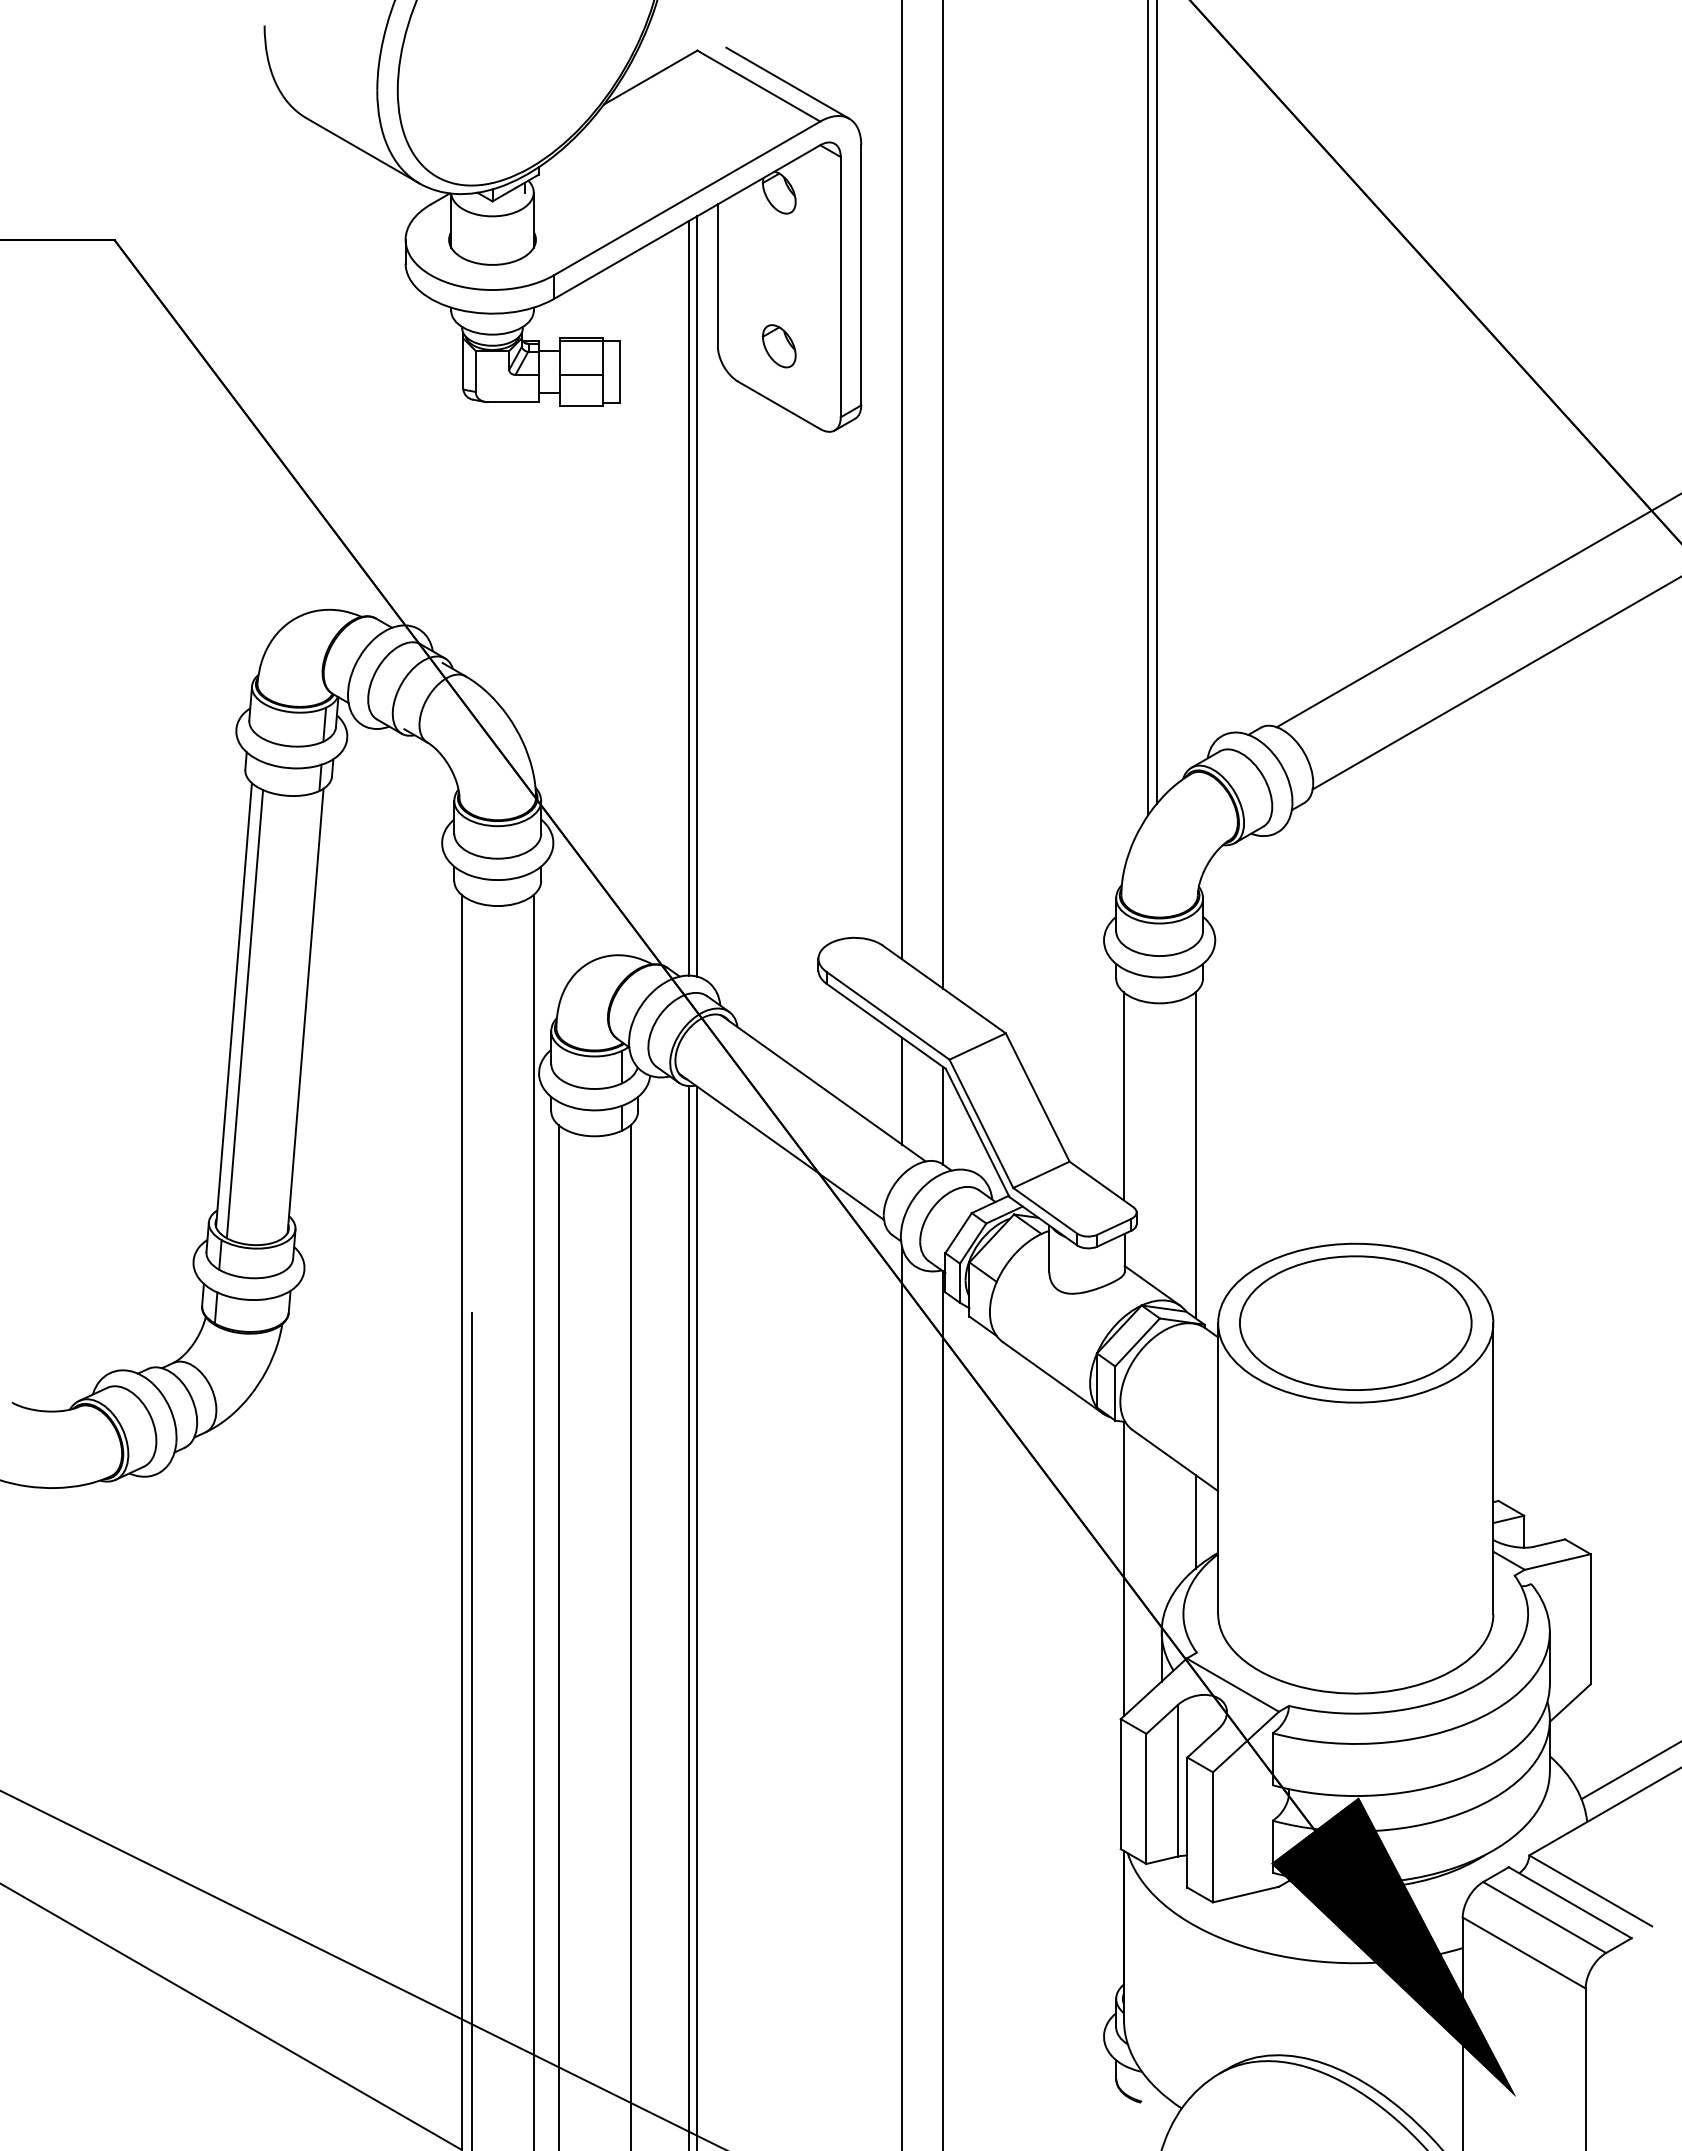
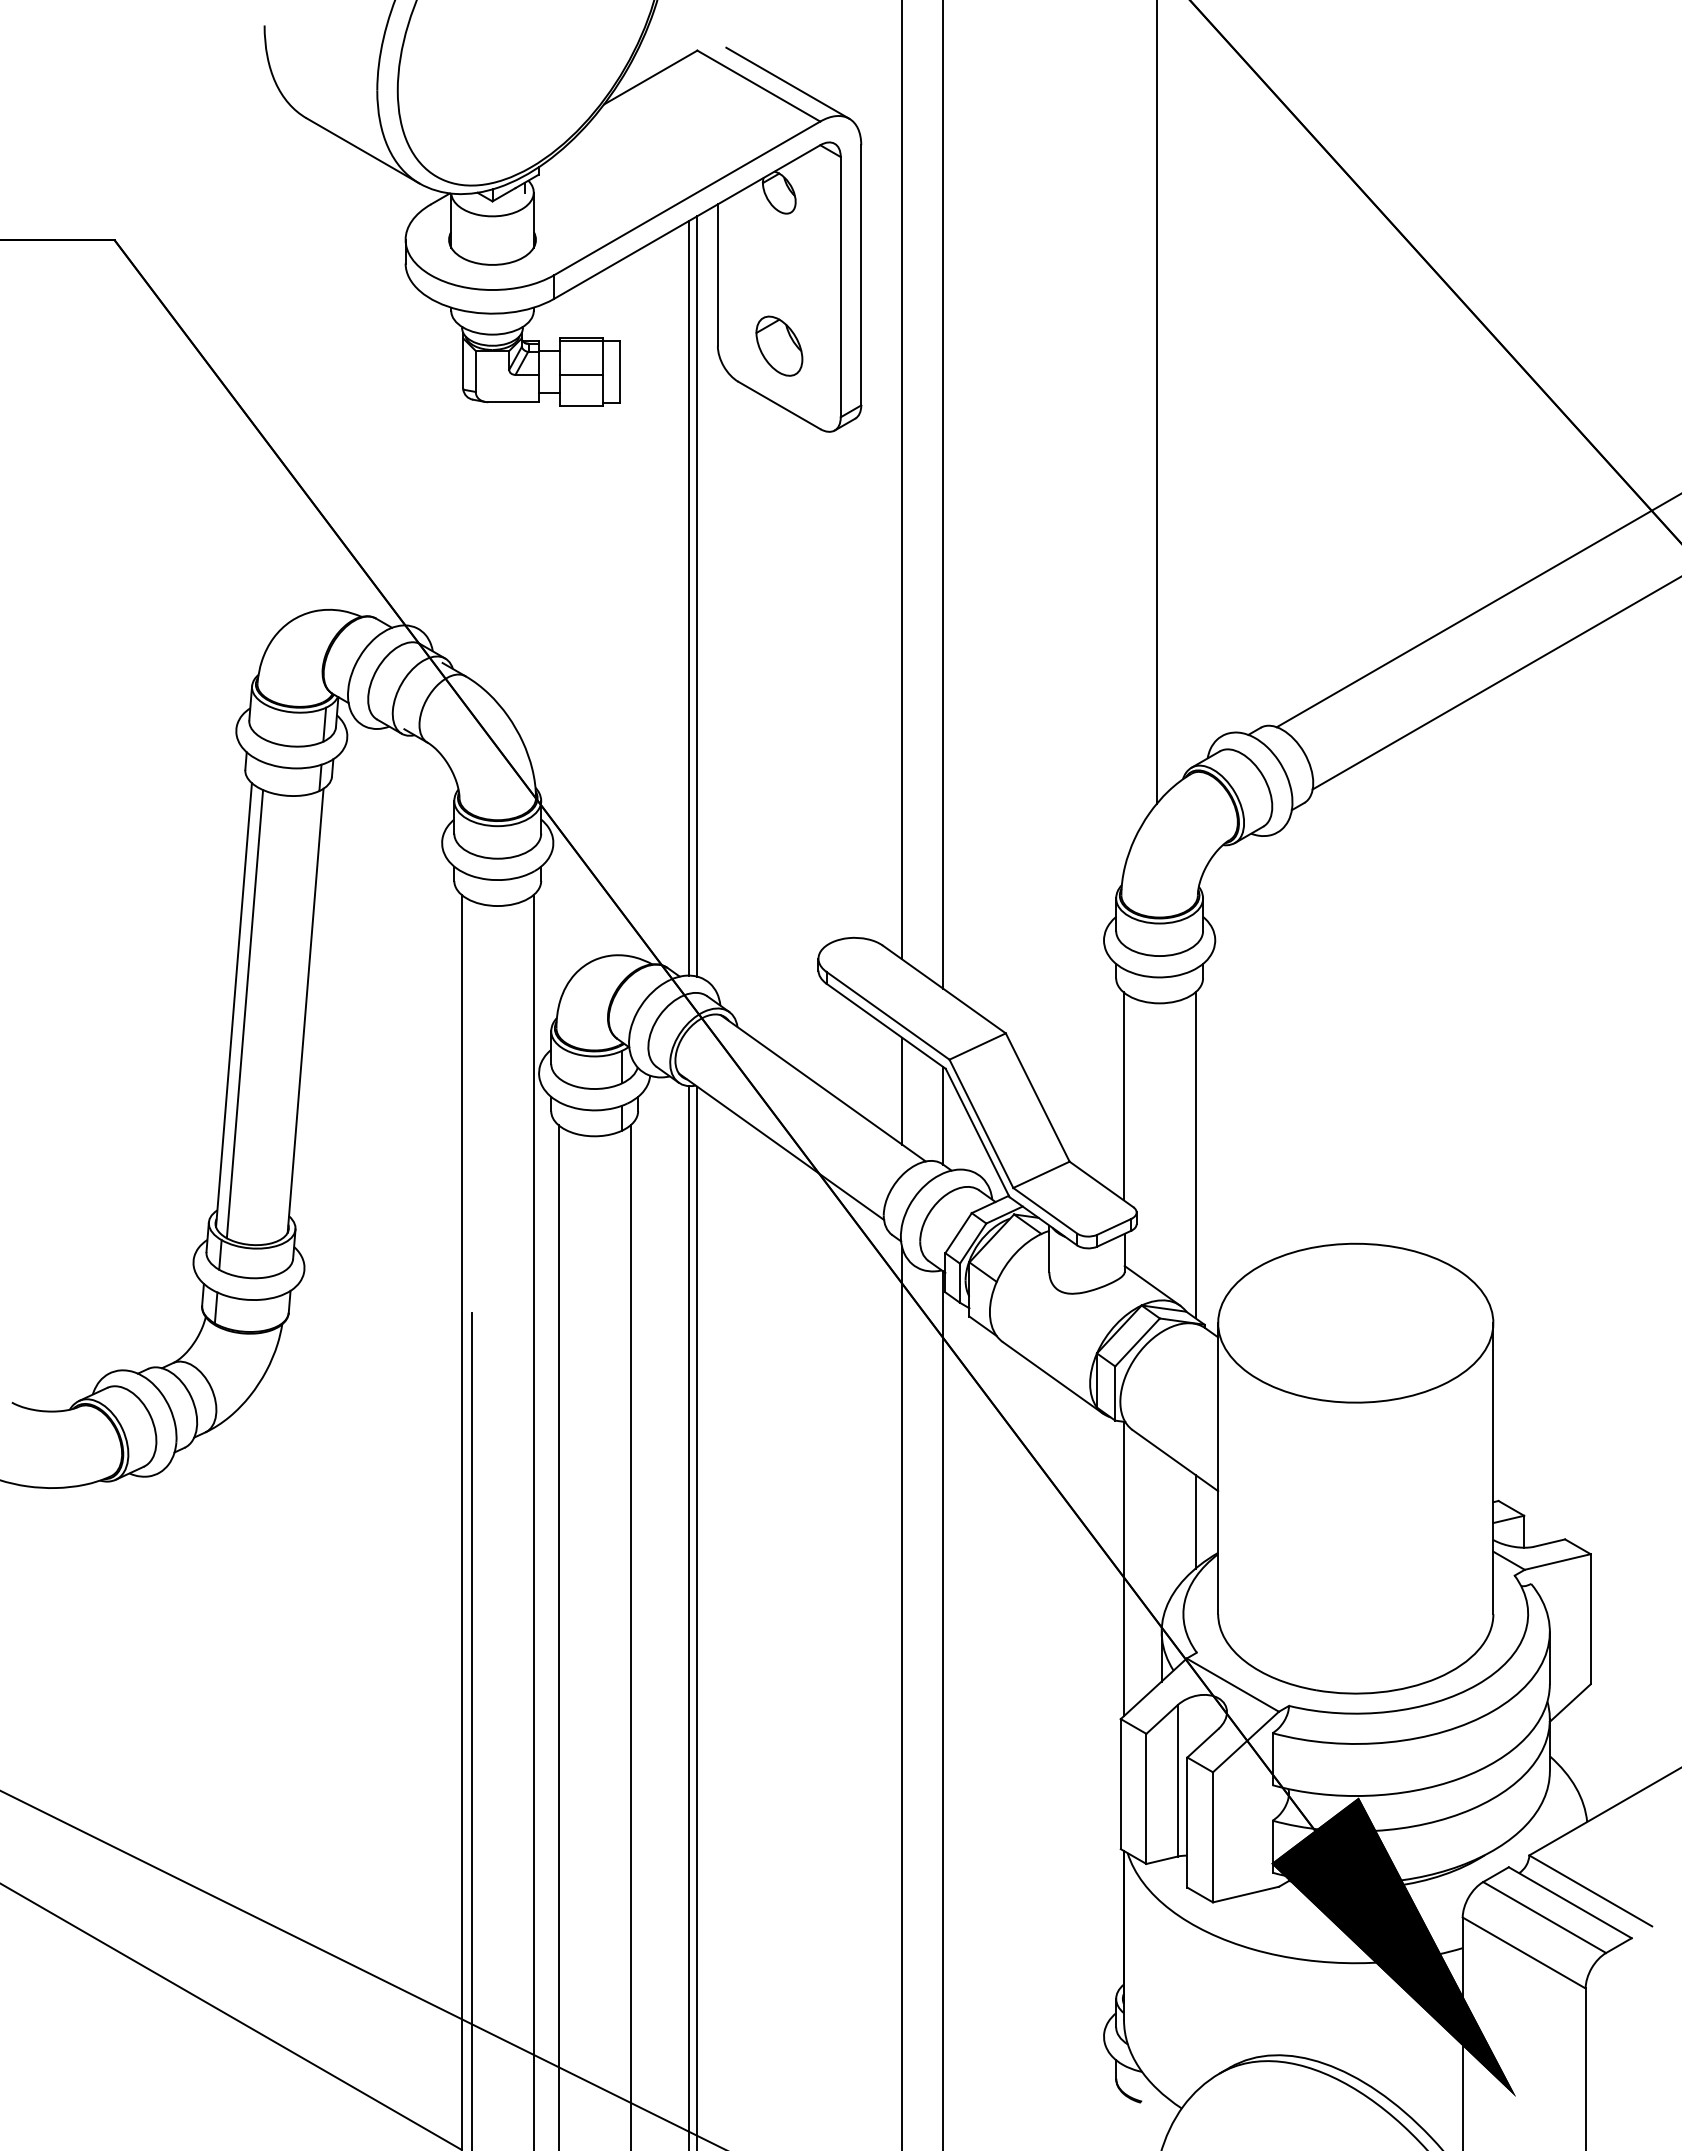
part at (778, 346) size: 36x45 px -> 49x62 px
line at (1148, 408): present -> none
part at (1355, 1322): present -> none
line at (1629, 1771): present -> none
